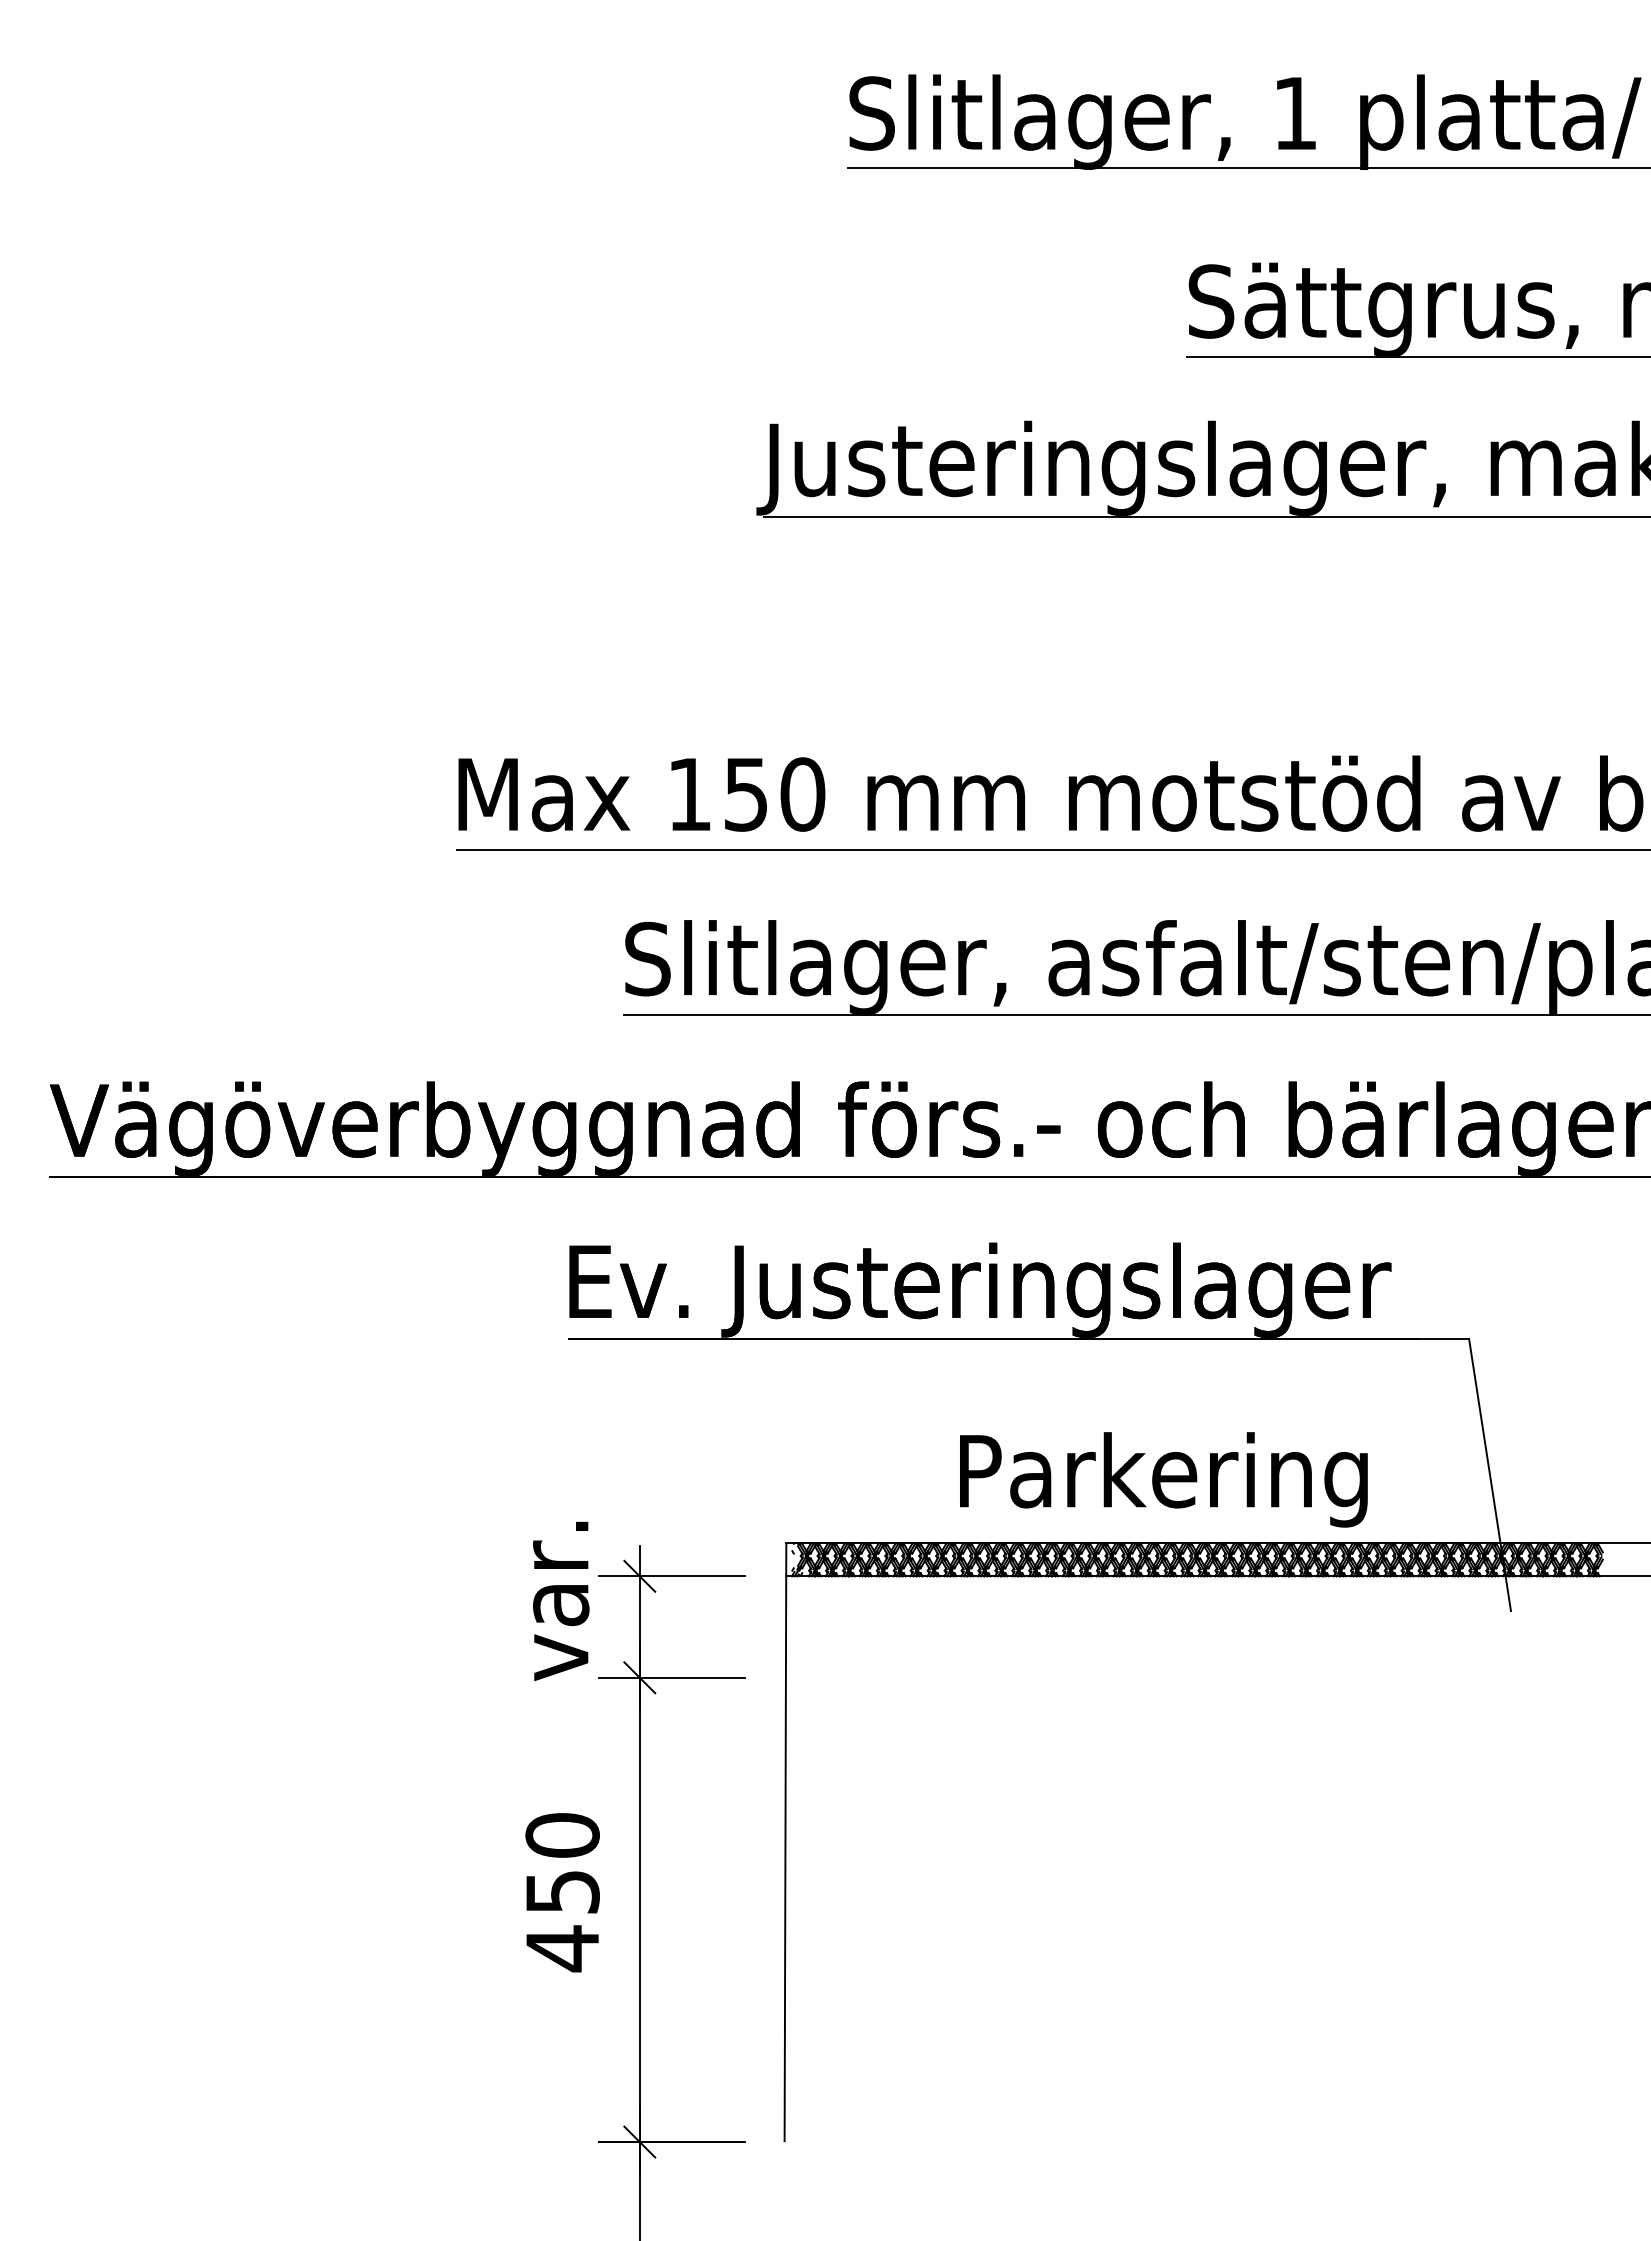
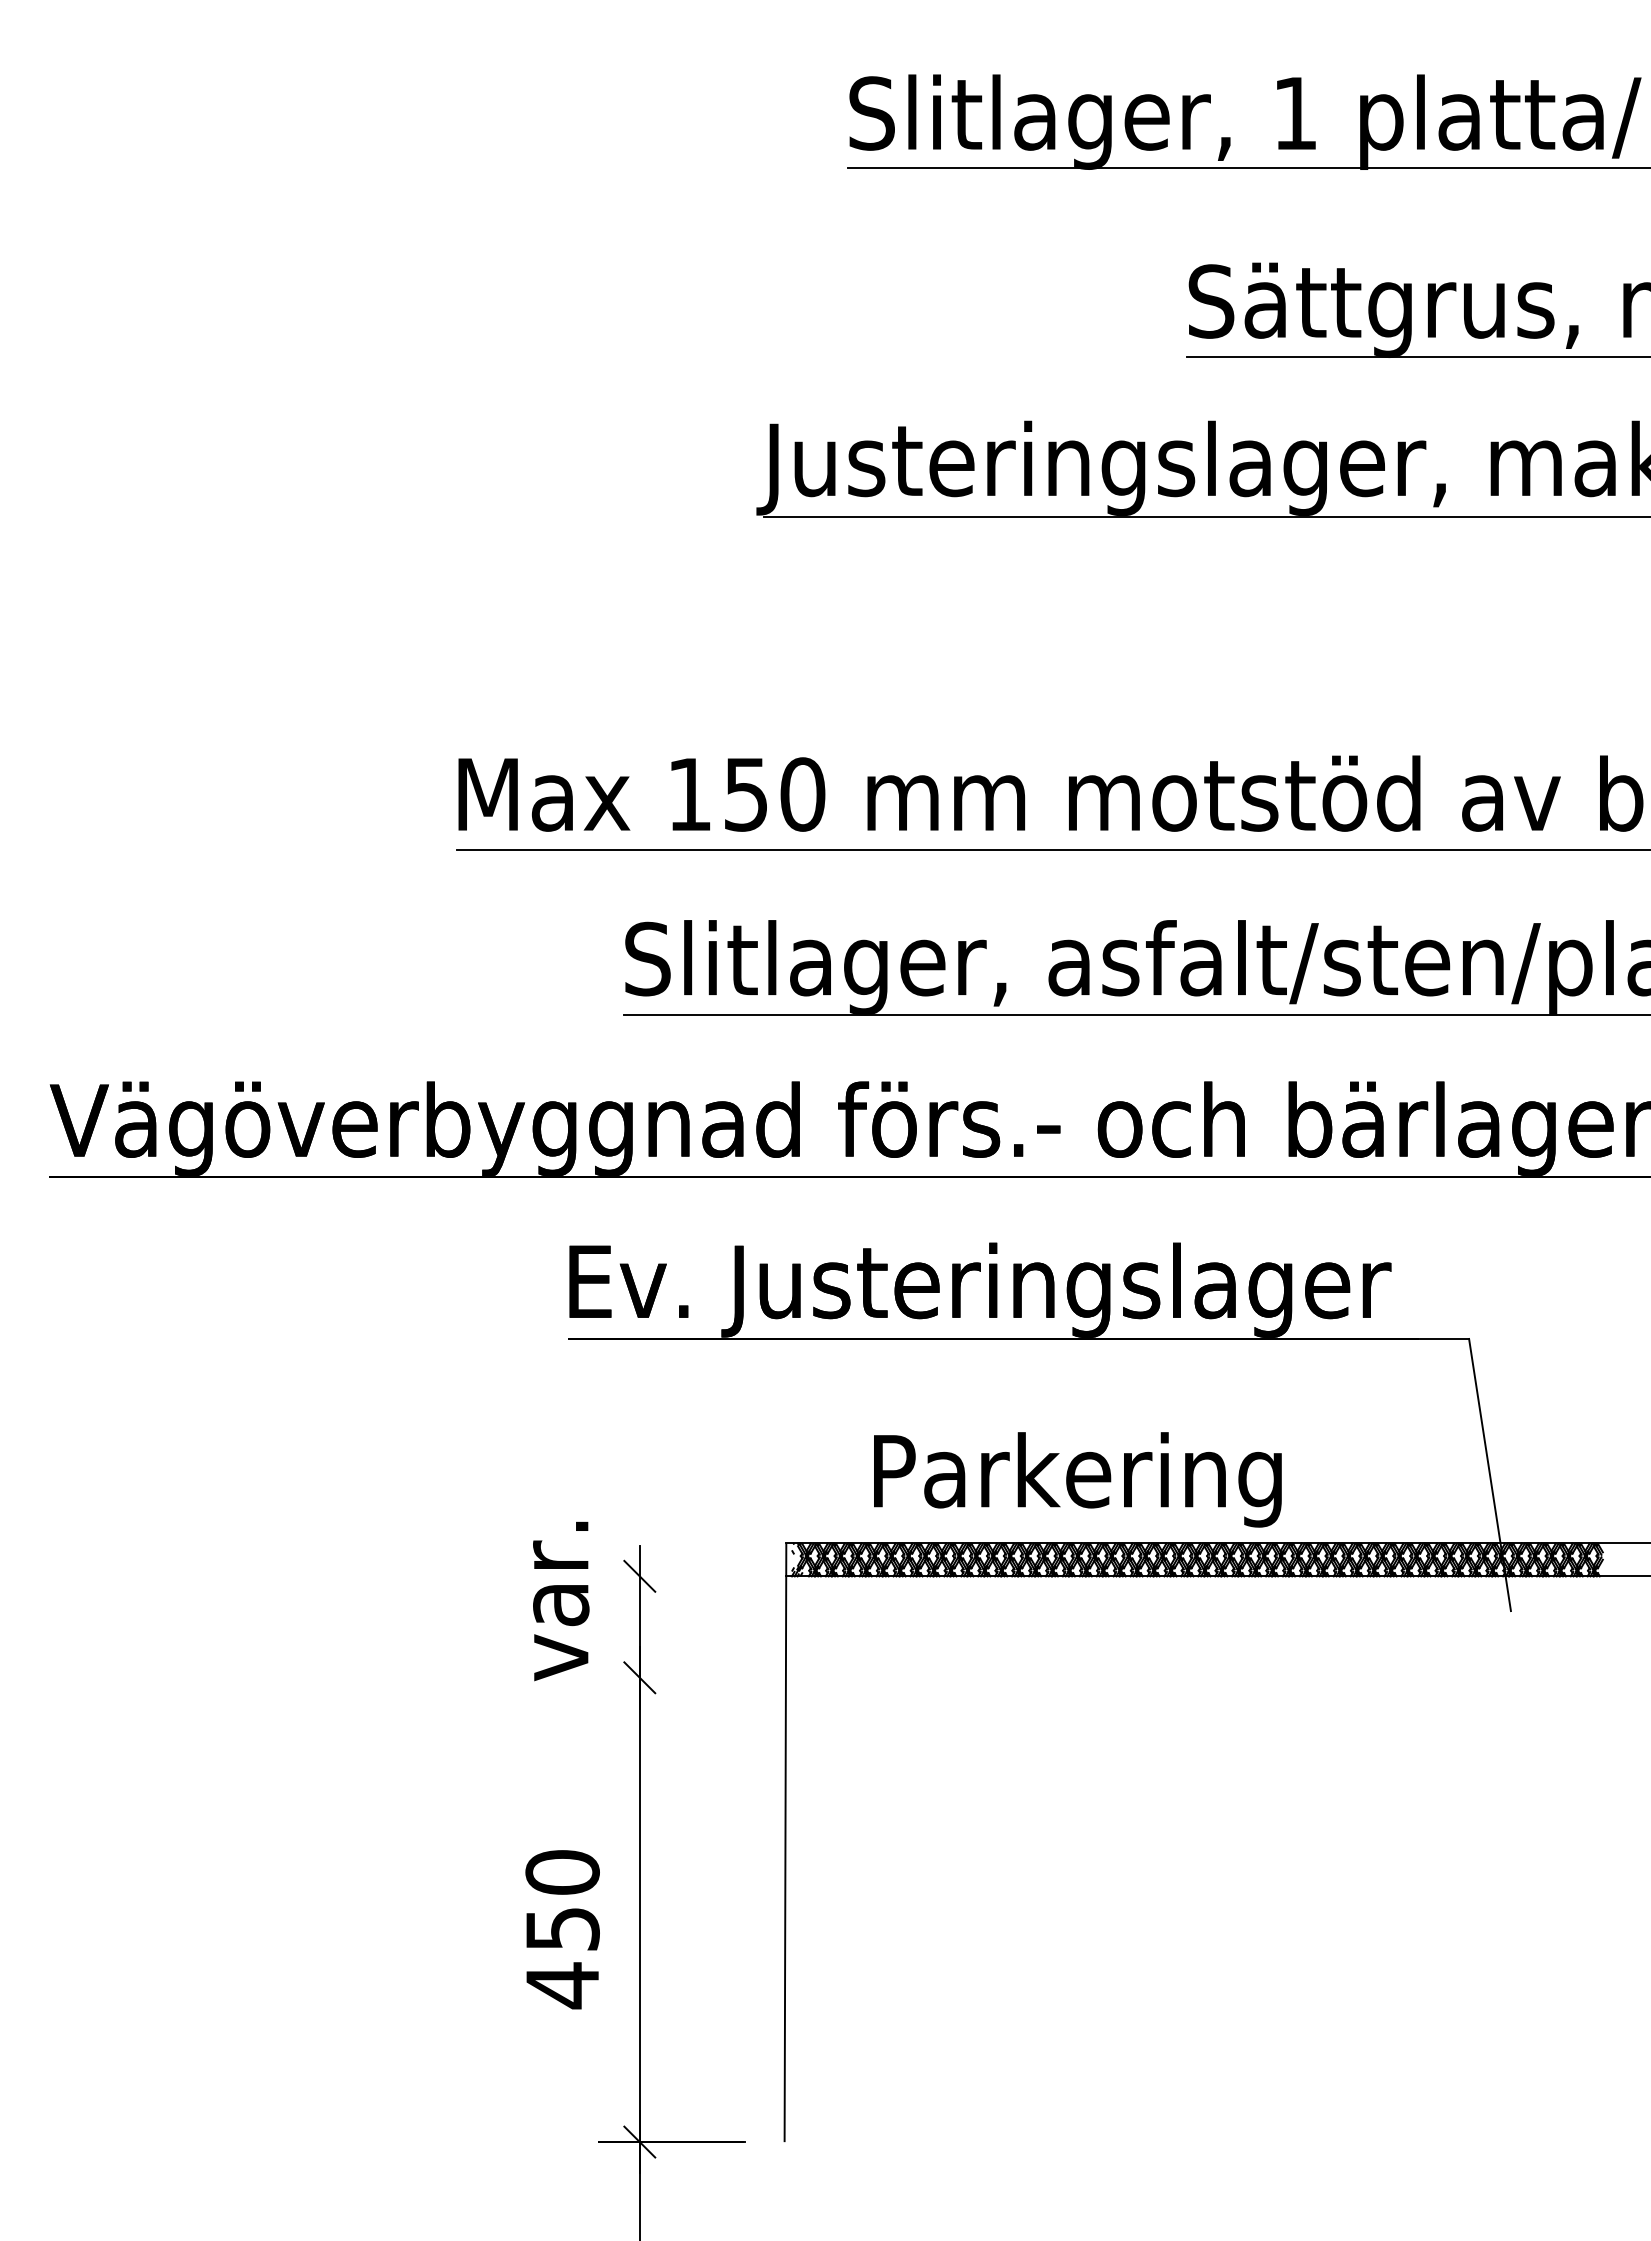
text at (1163, 1479) position: (1163, 1479) -> (1077, 1479)
line at (671, 1576): present -> none
line at (671, 1677): present -> none
text at (562, 1892) position: (562, 1892) -> (562, 1929)
